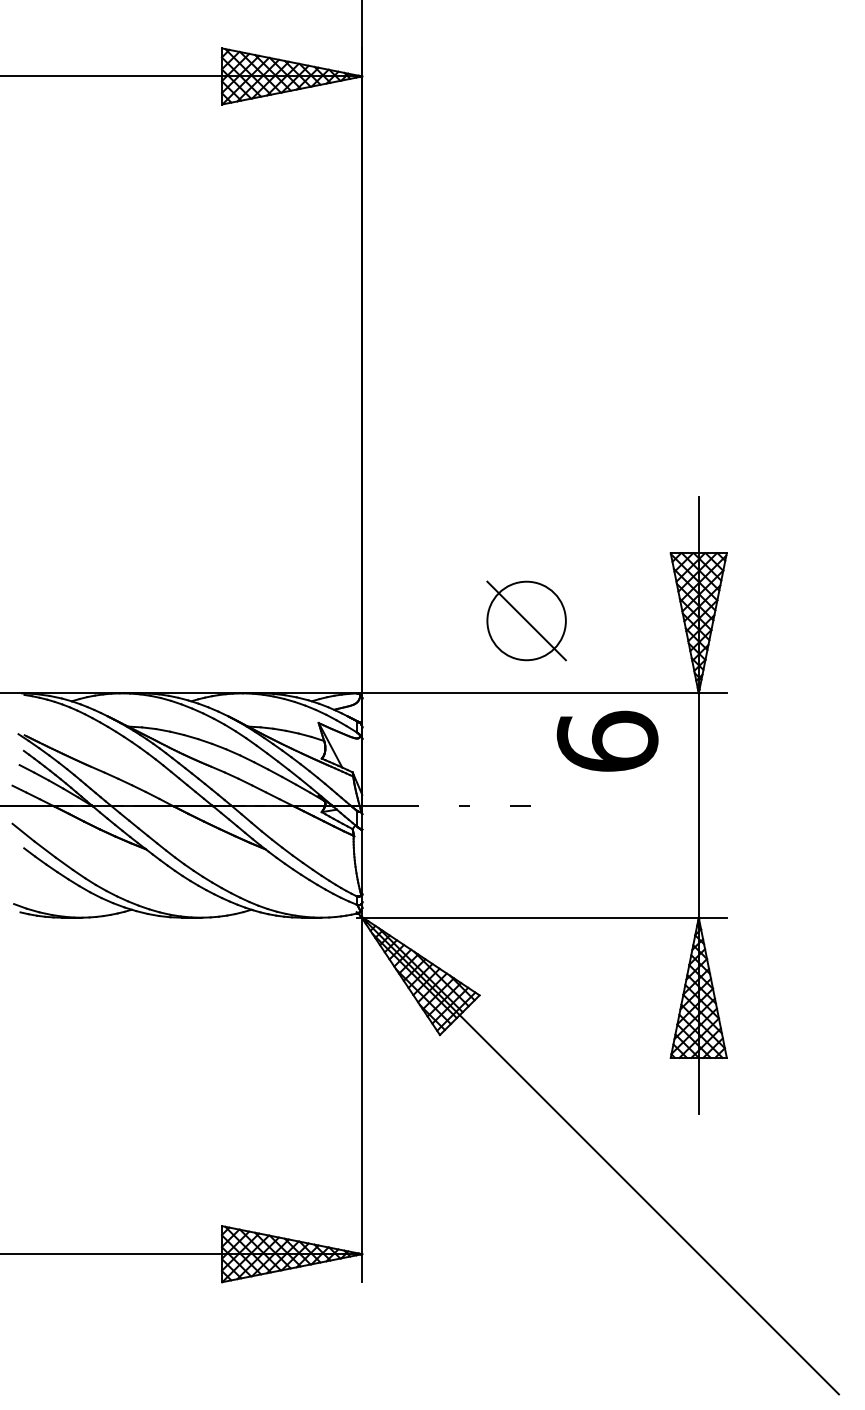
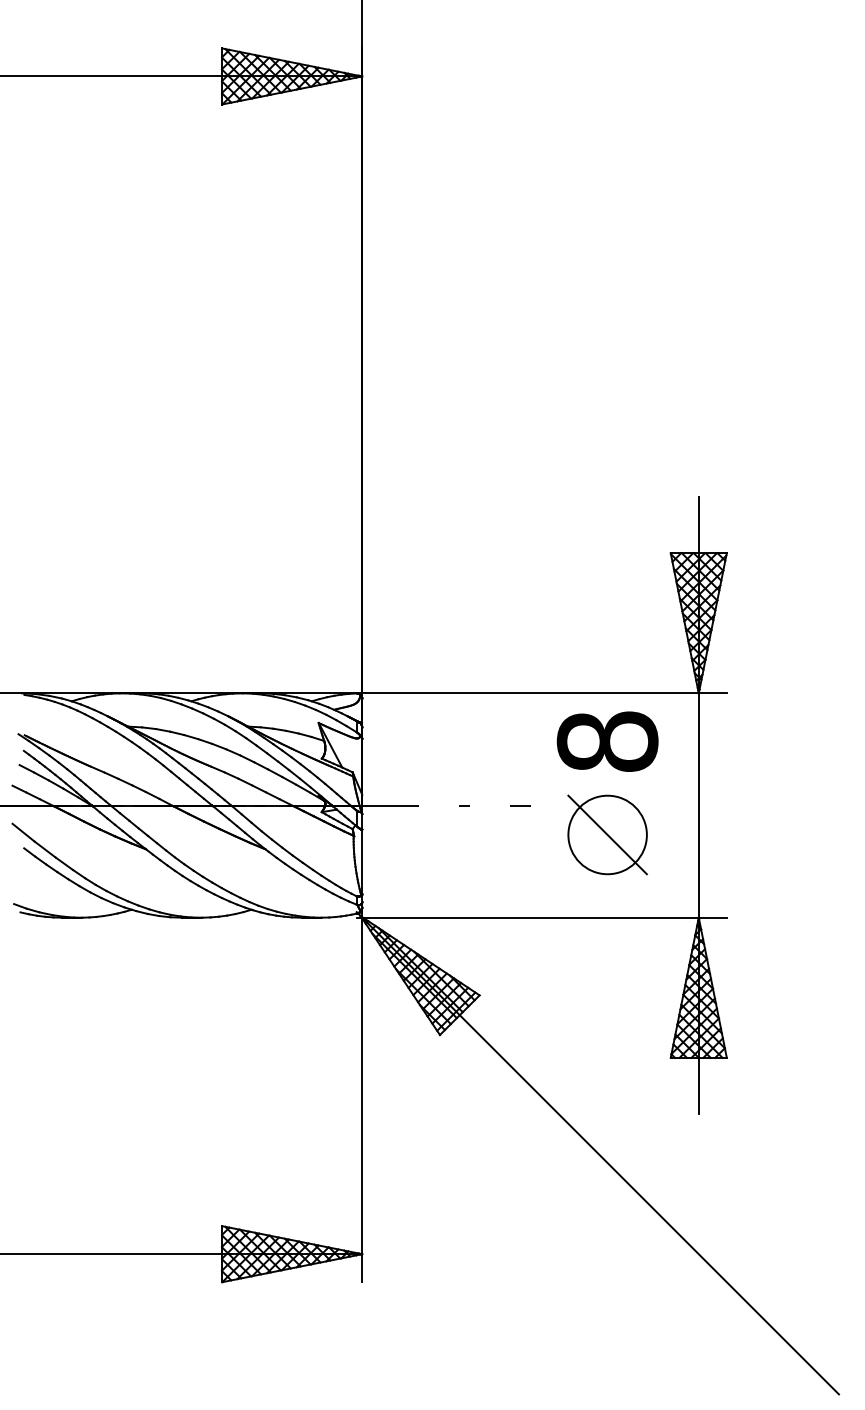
part at (526, 620) position: (526, 620) -> (607, 834)
text at (607, 740): 6 -> 8
